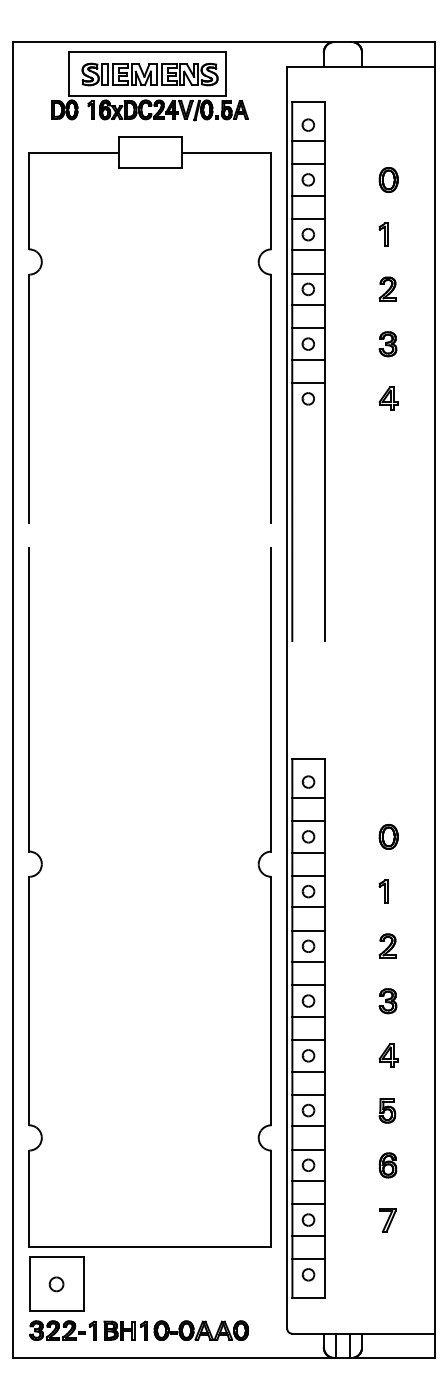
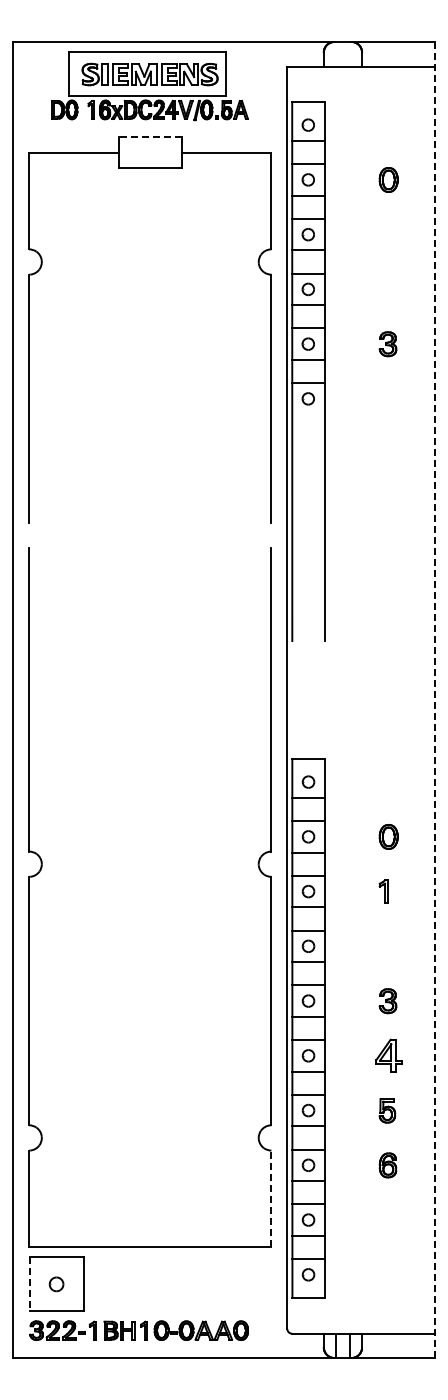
line at (150, 136): solid -> dashed
part at (383, 234): present -> none
part at (387, 288): present -> none
part at (388, 398): present -> none
line at (434, 699): solid -> dashed
part at (387, 945): present -> none
part at (388, 1055) size: 21x25 px -> 28x35 px
line at (271, 1198): solid -> dashed
part at (387, 1220): present -> none
line at (30, 1284): solid -> dashed
